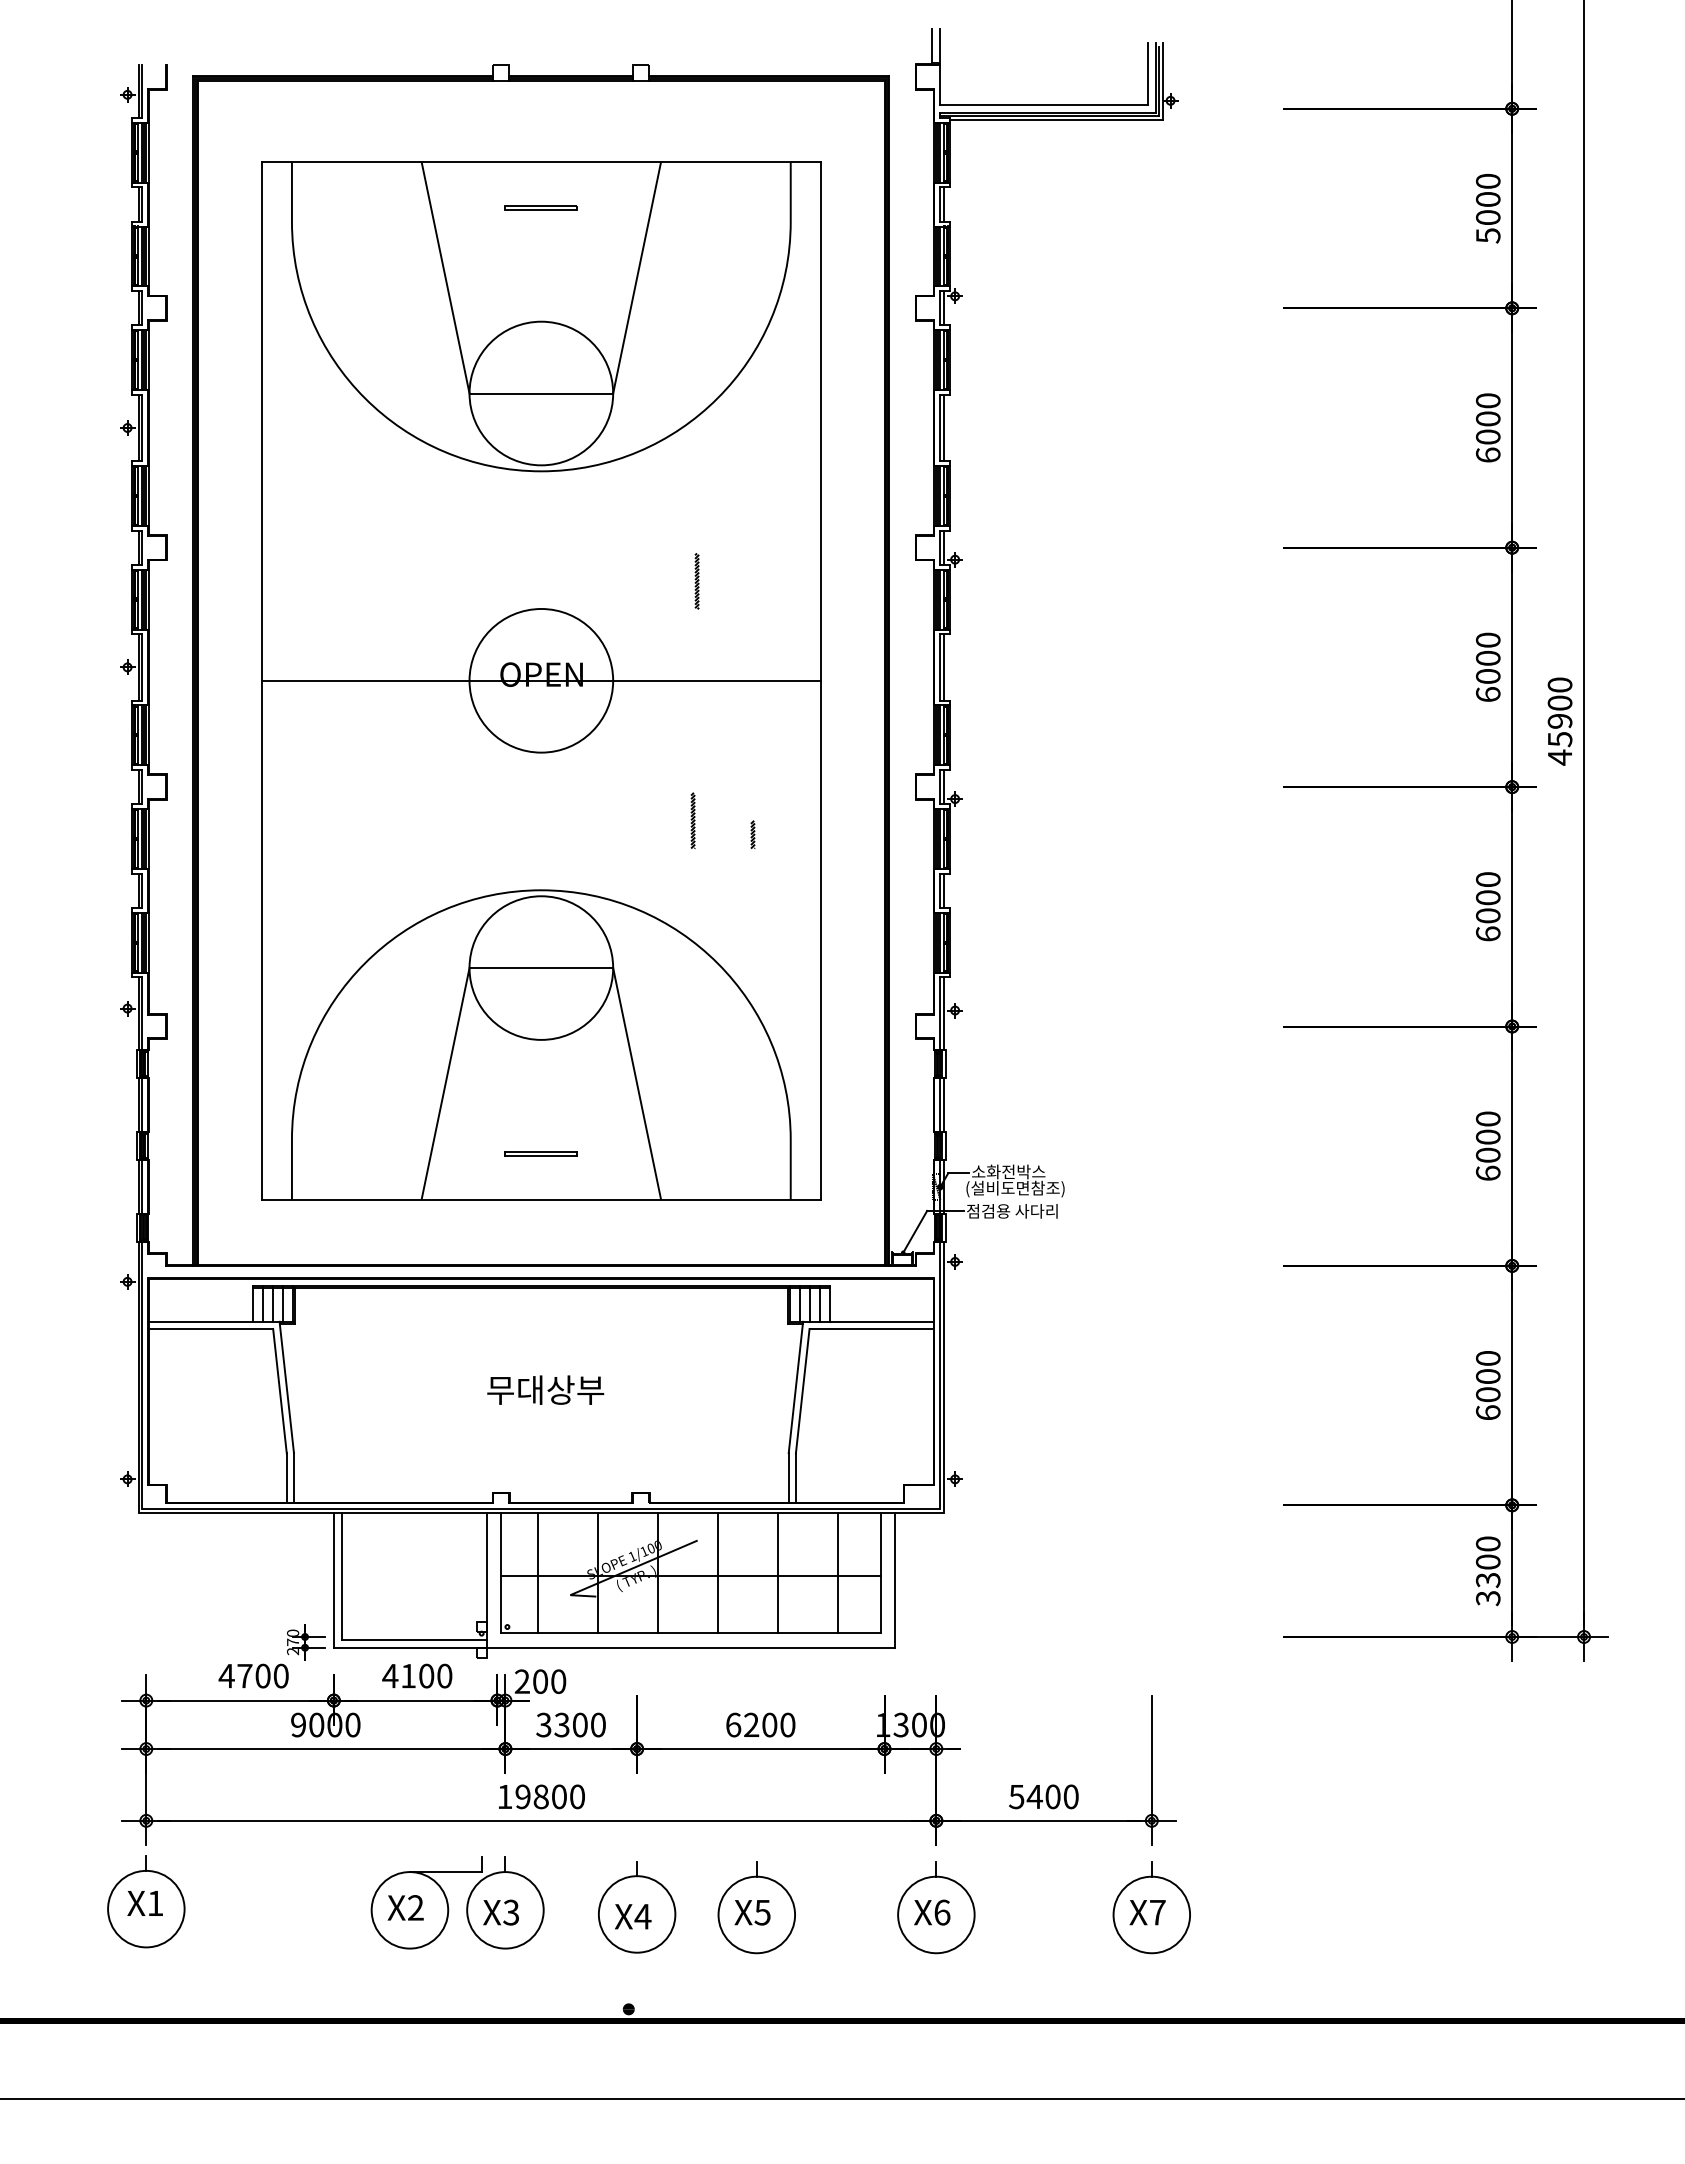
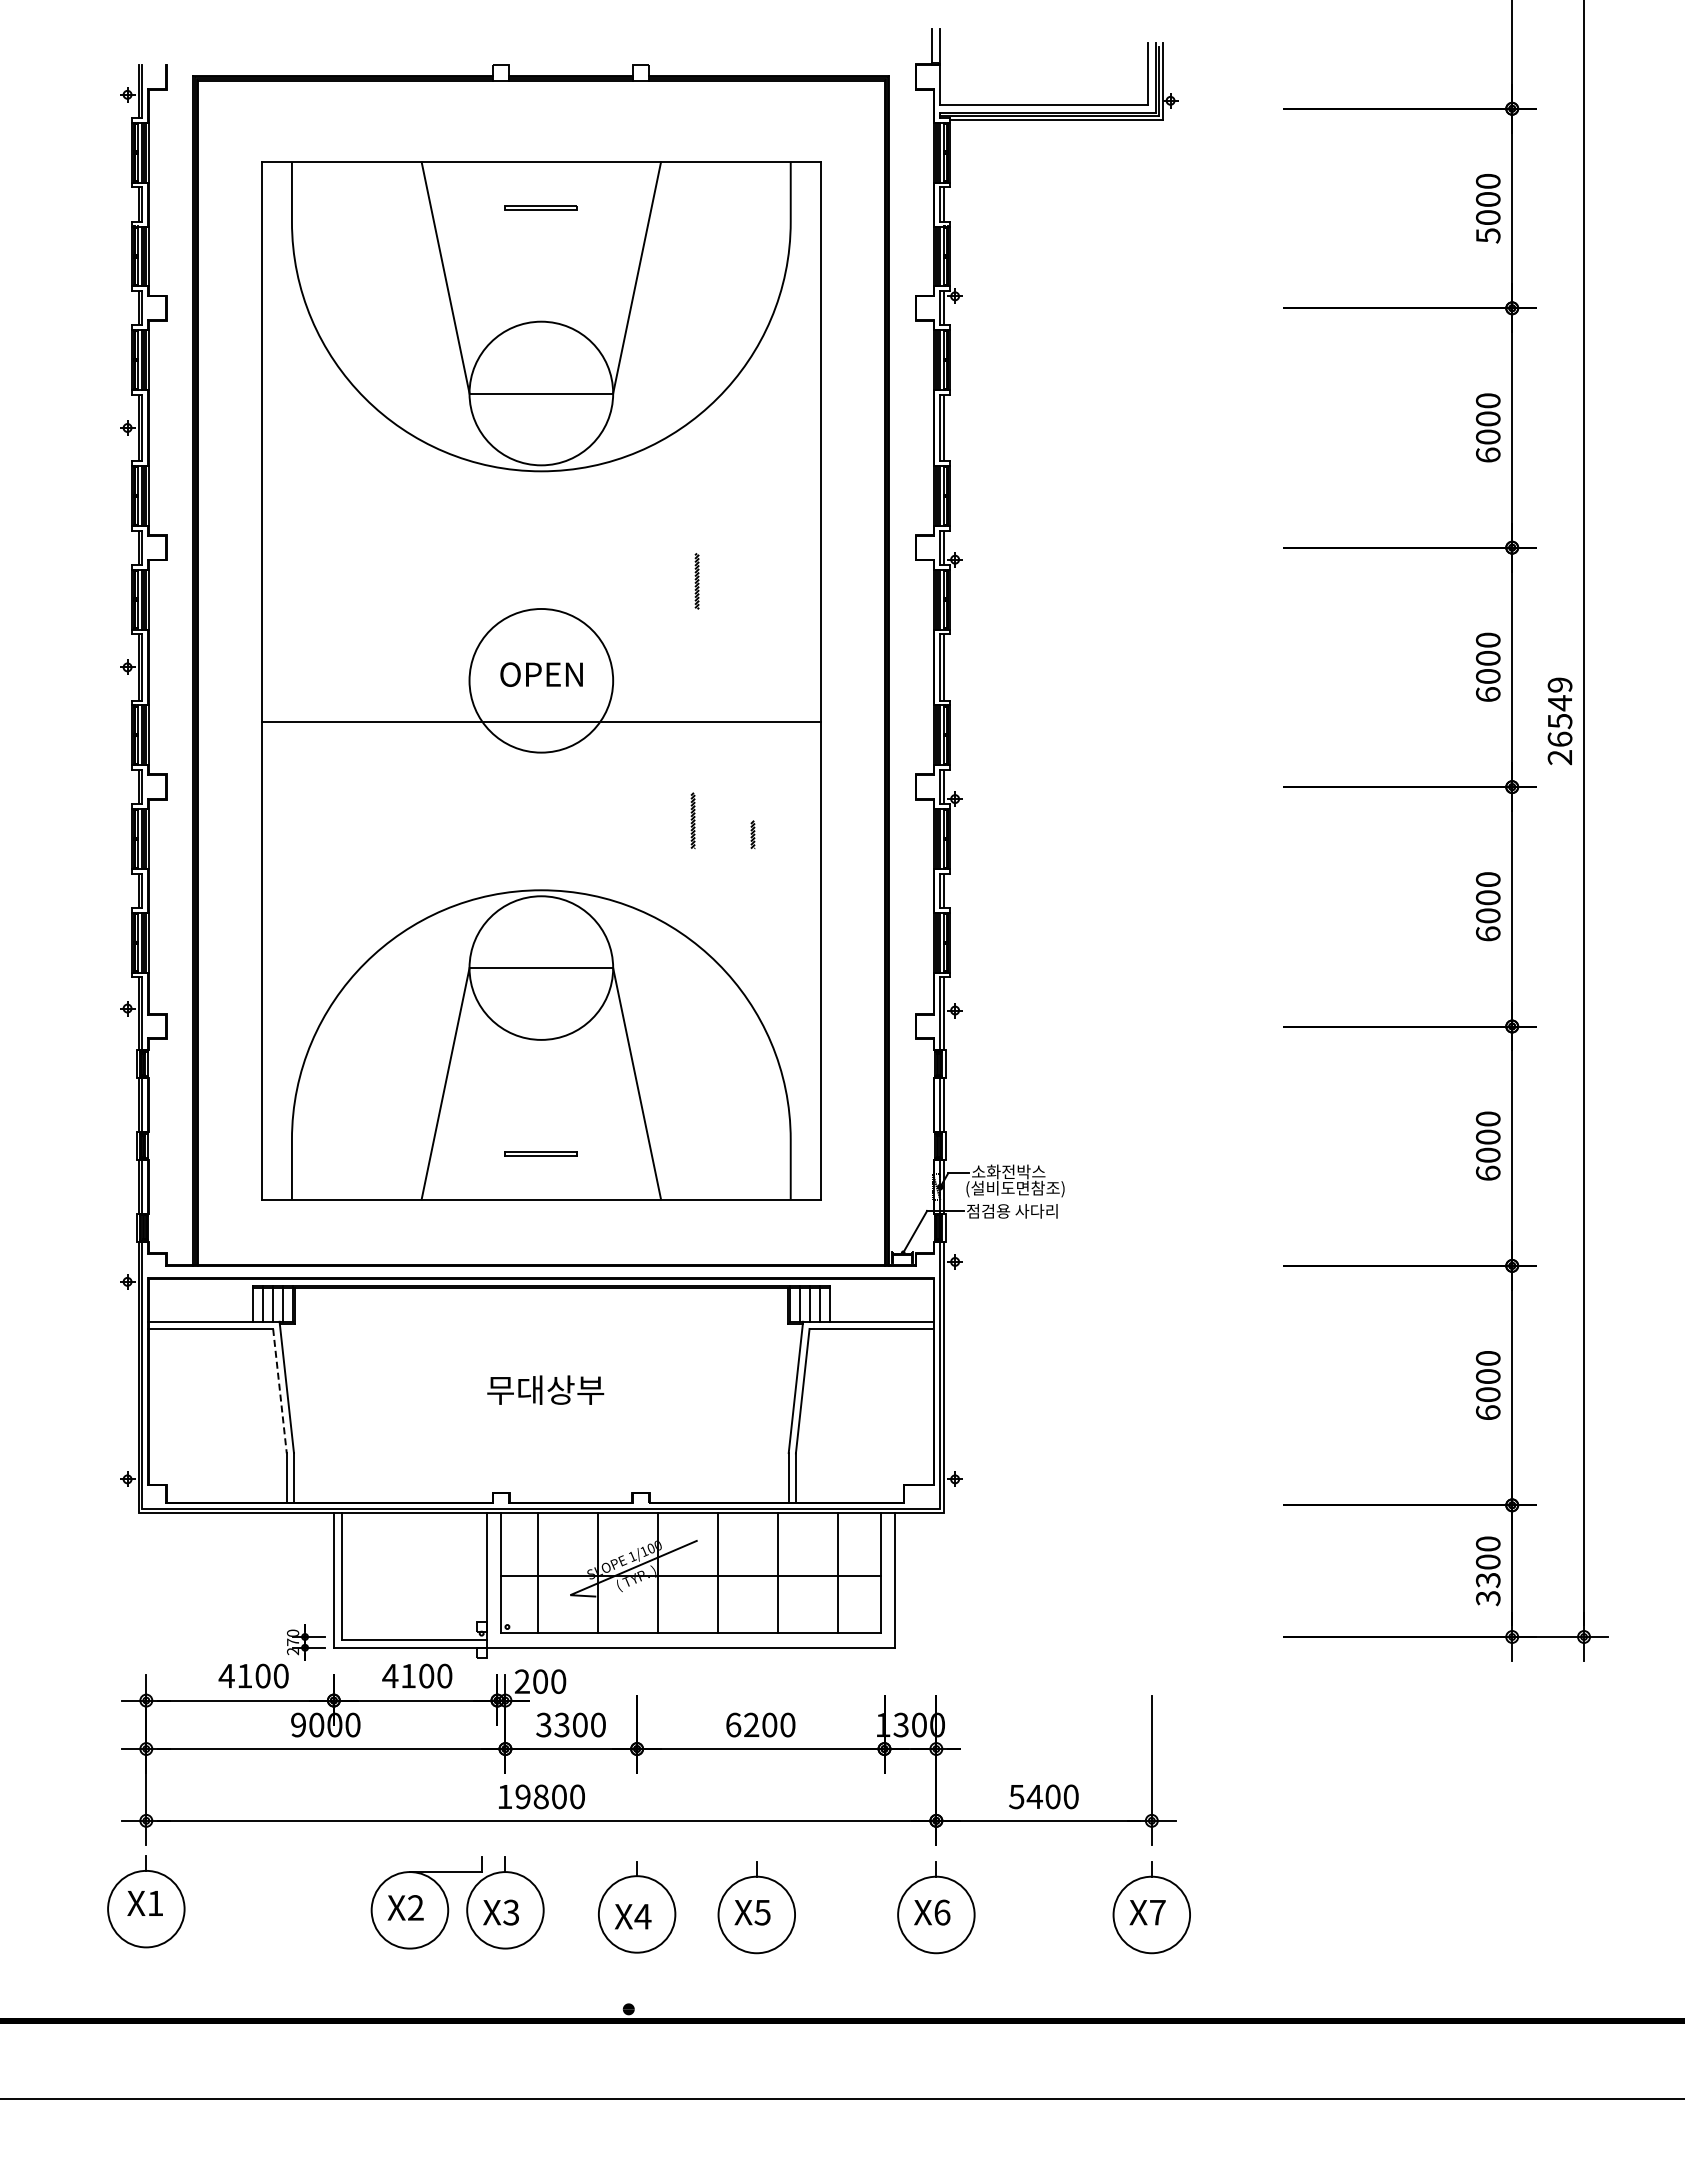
line at (541, 680) position: (541, 680) -> (541, 721)
text at (1559, 721): 45900 -> 26549
line at (279, 1391): solid -> dashed
text at (244, 1676): 4700 -> 4100
